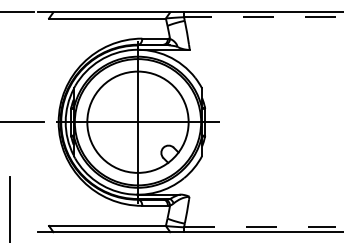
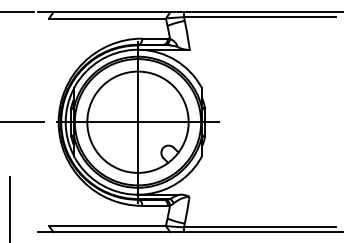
line at (259, 17): dashed -> solid
line at (259, 227): dashed -> solid
